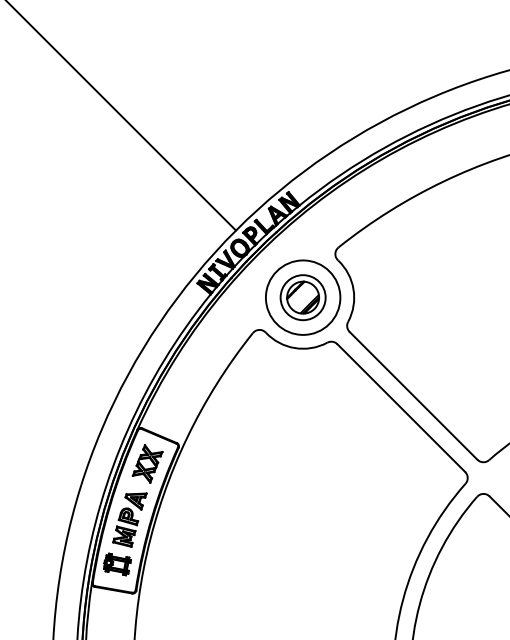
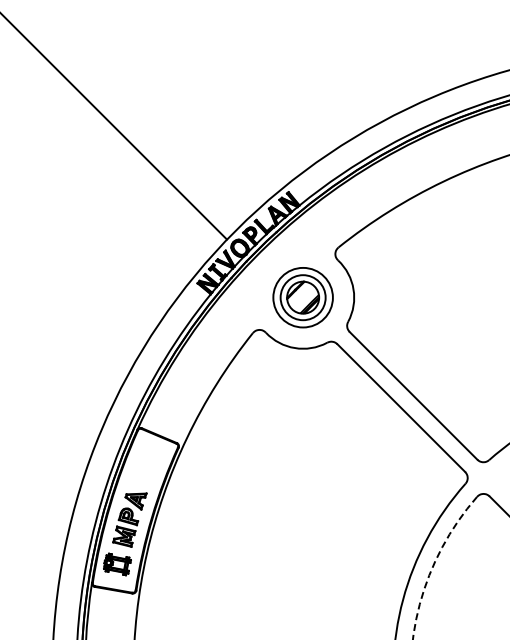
line at (121, 116) position: (121, 116) -> (114, 127)
circle at (302, 297) diameter: 74 px -> 60 px
part at (147, 463): present -> none
arc at (434, 563): solid -> dashed
